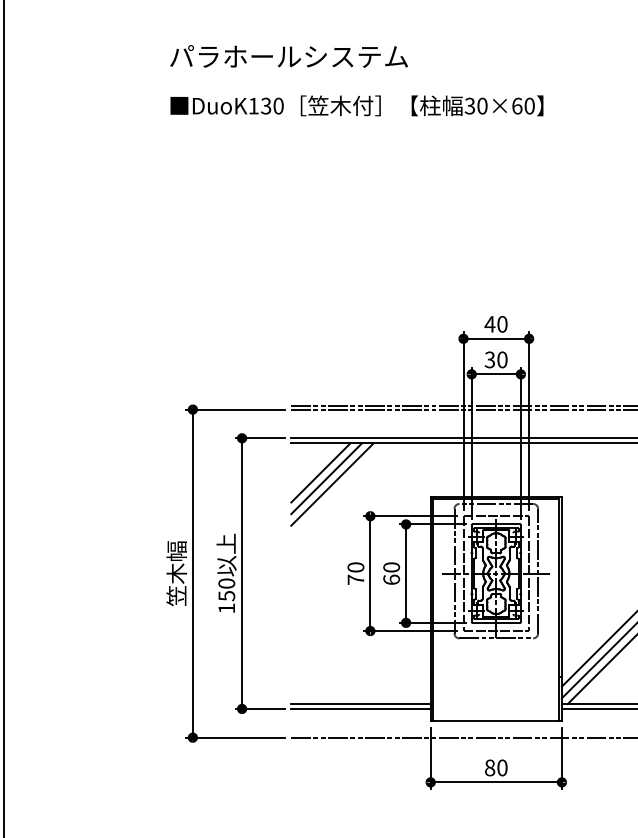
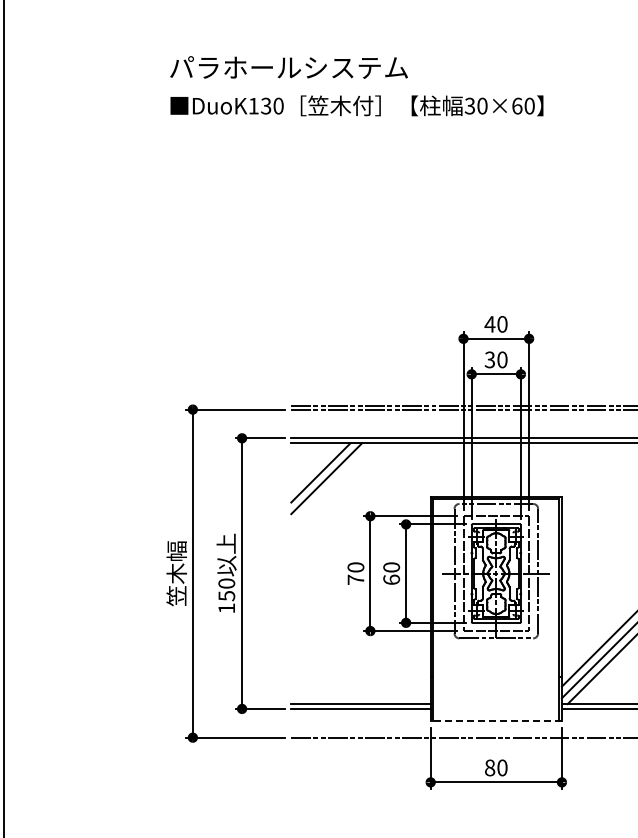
text at (288, 56) position: (288, 56) -> (288, 67)
line at (332, 484): present -> none
line at (496, 721): solid -> dashed
